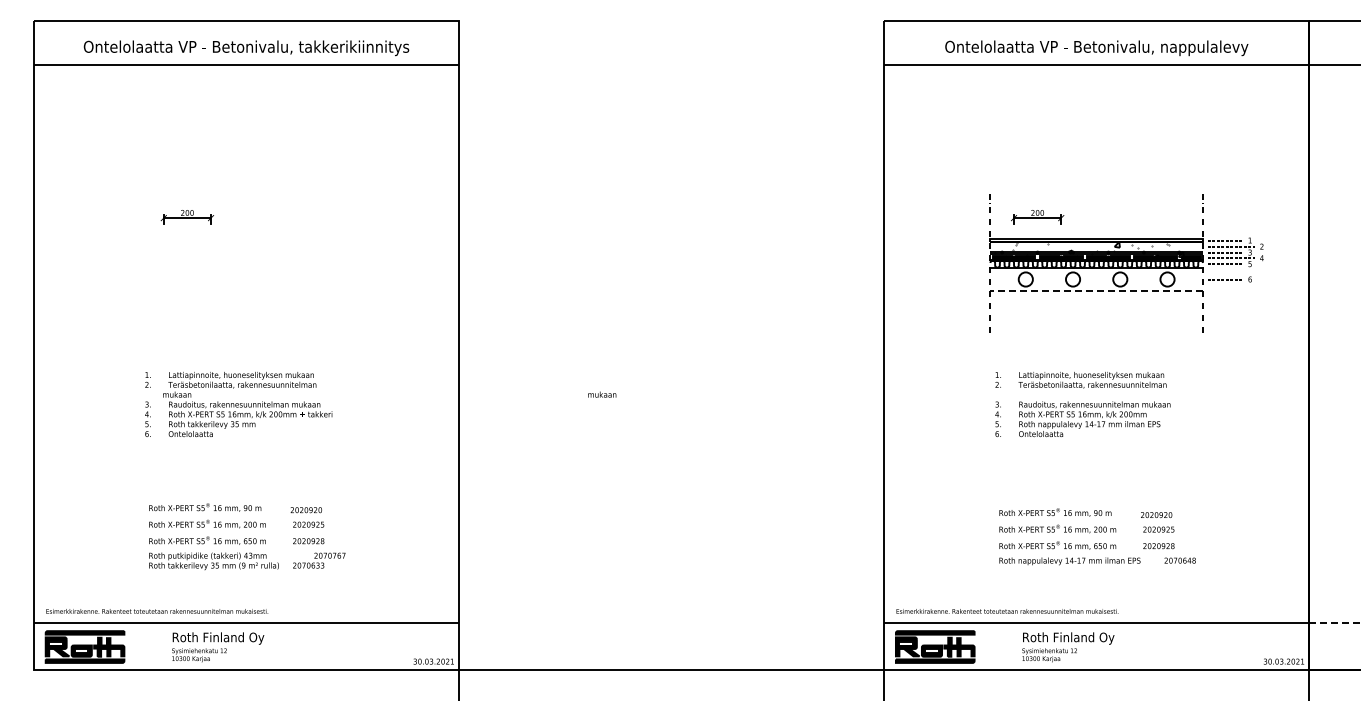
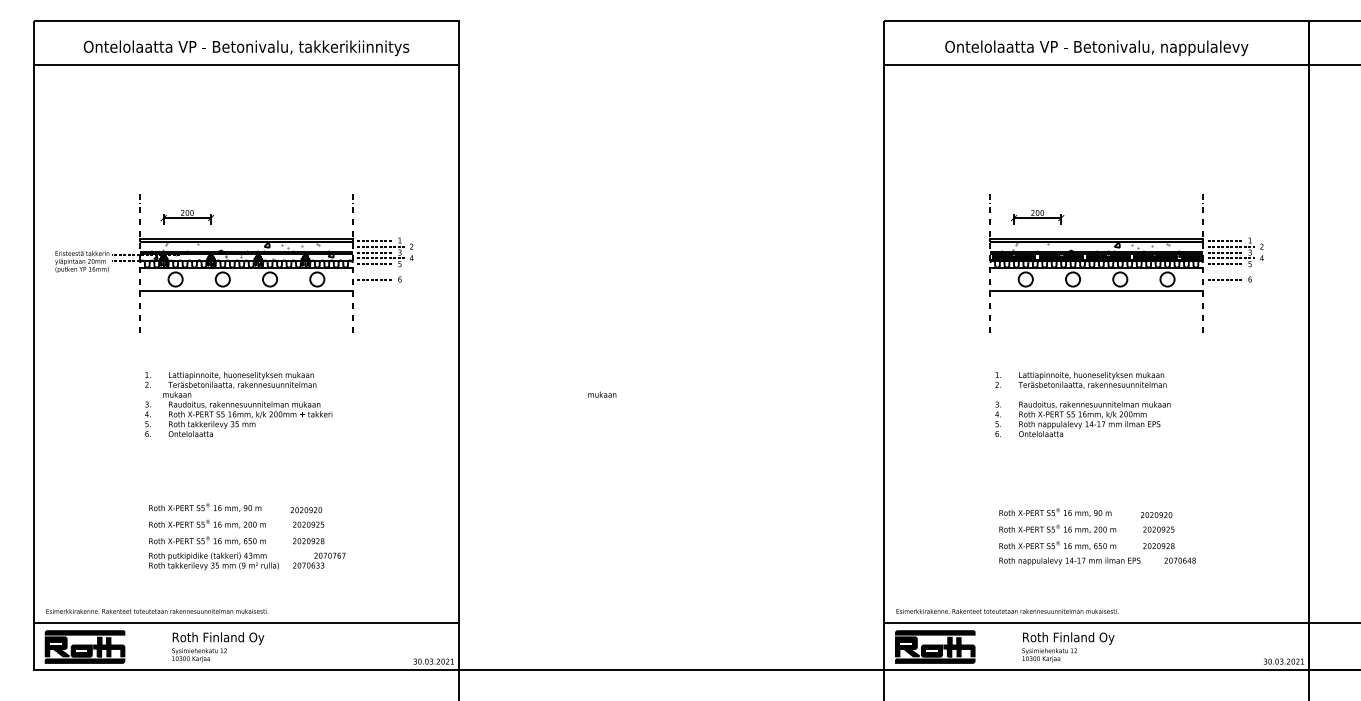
part at (234, 263): none -> present
line at (1096, 291): dashed -> solid
line at (1335, 623): dashed -> solid
